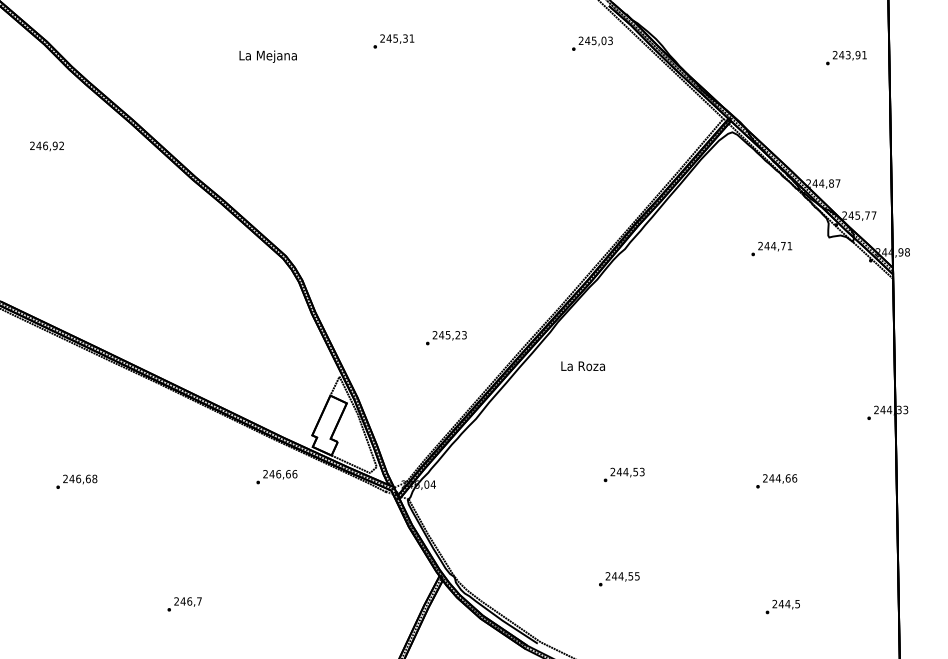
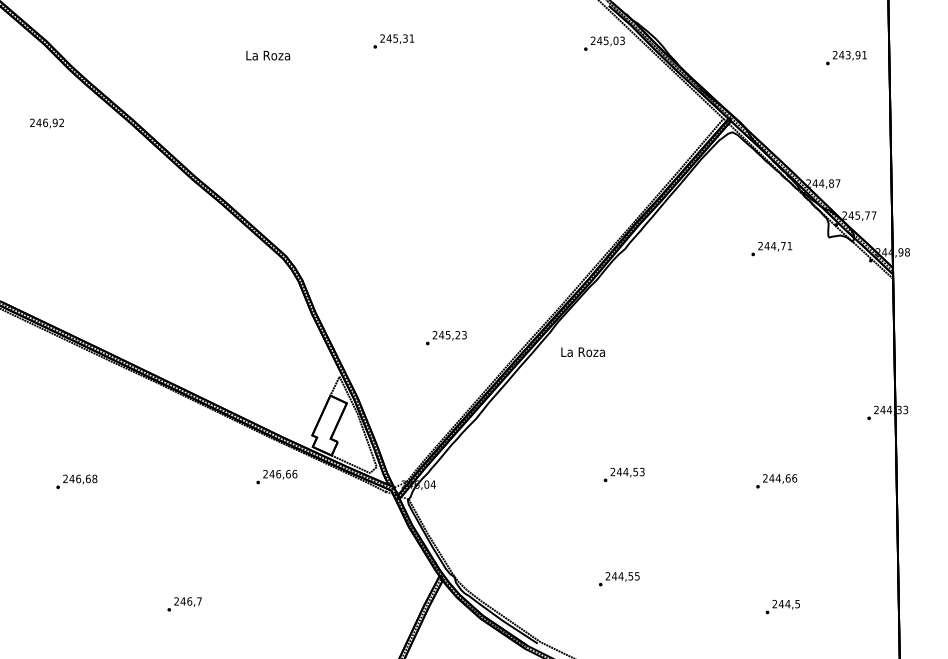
text at (592, 43) position: (592, 43) -> (604, 43)
text at (267, 56): La Mejana -> La Roza
text at (46, 146) position: (46, 146) -> (46, 123)
text at (582, 365) position: (582, 365) -> (582, 351)
